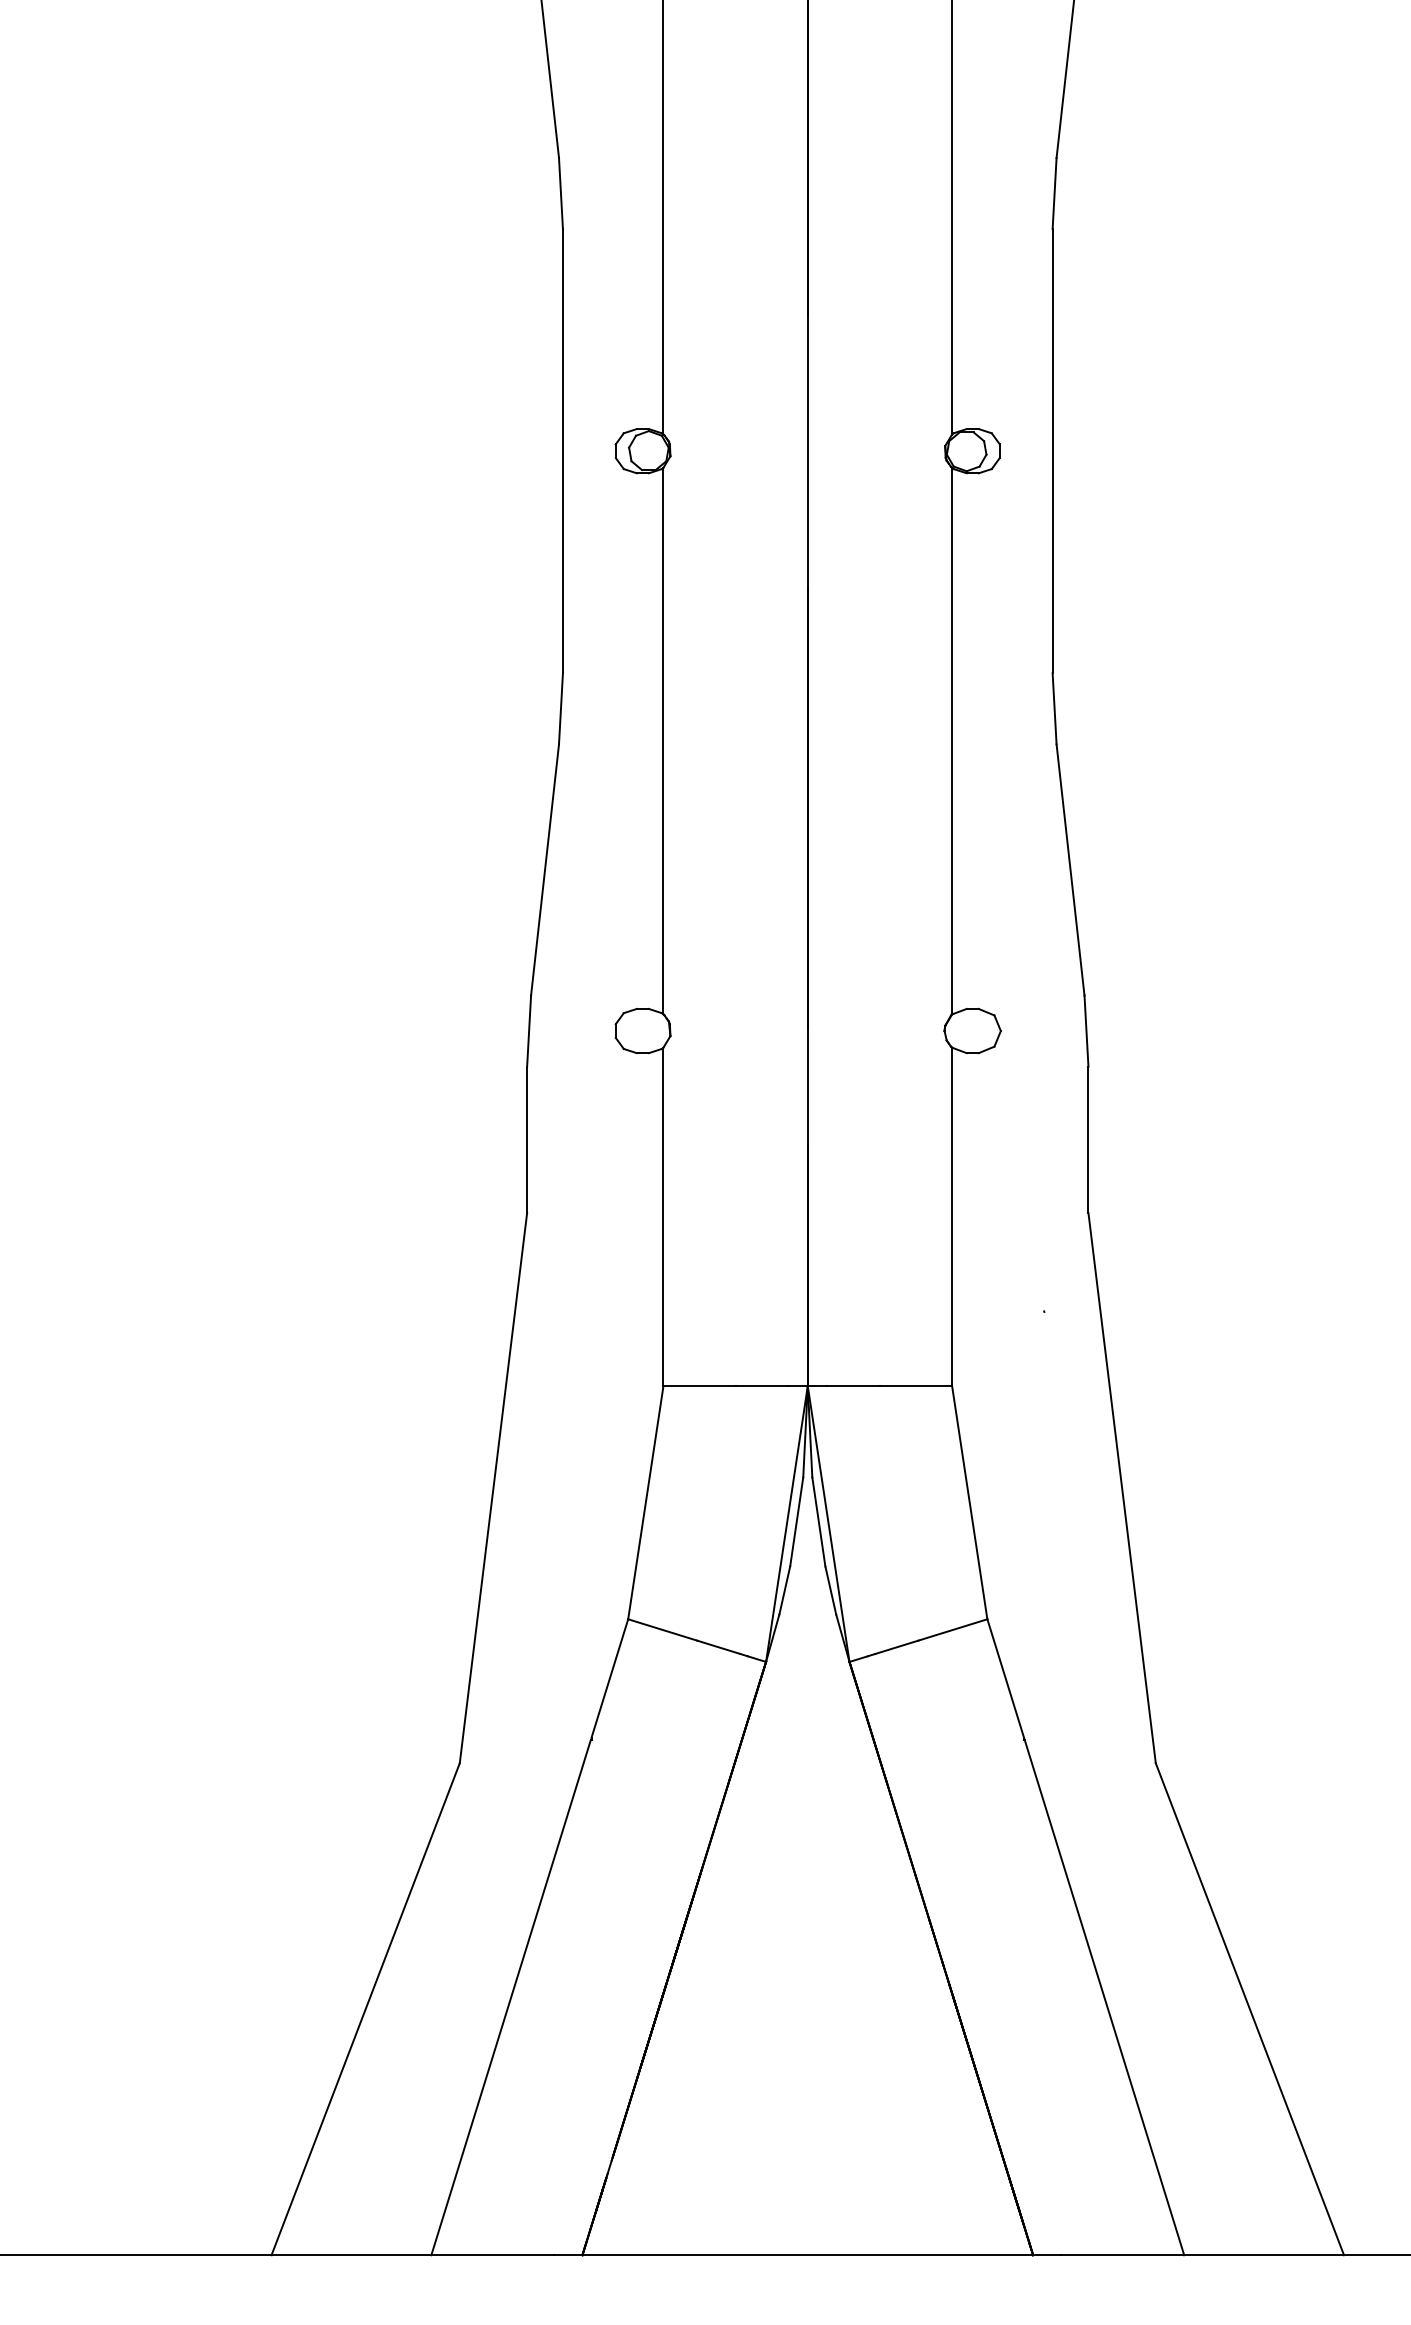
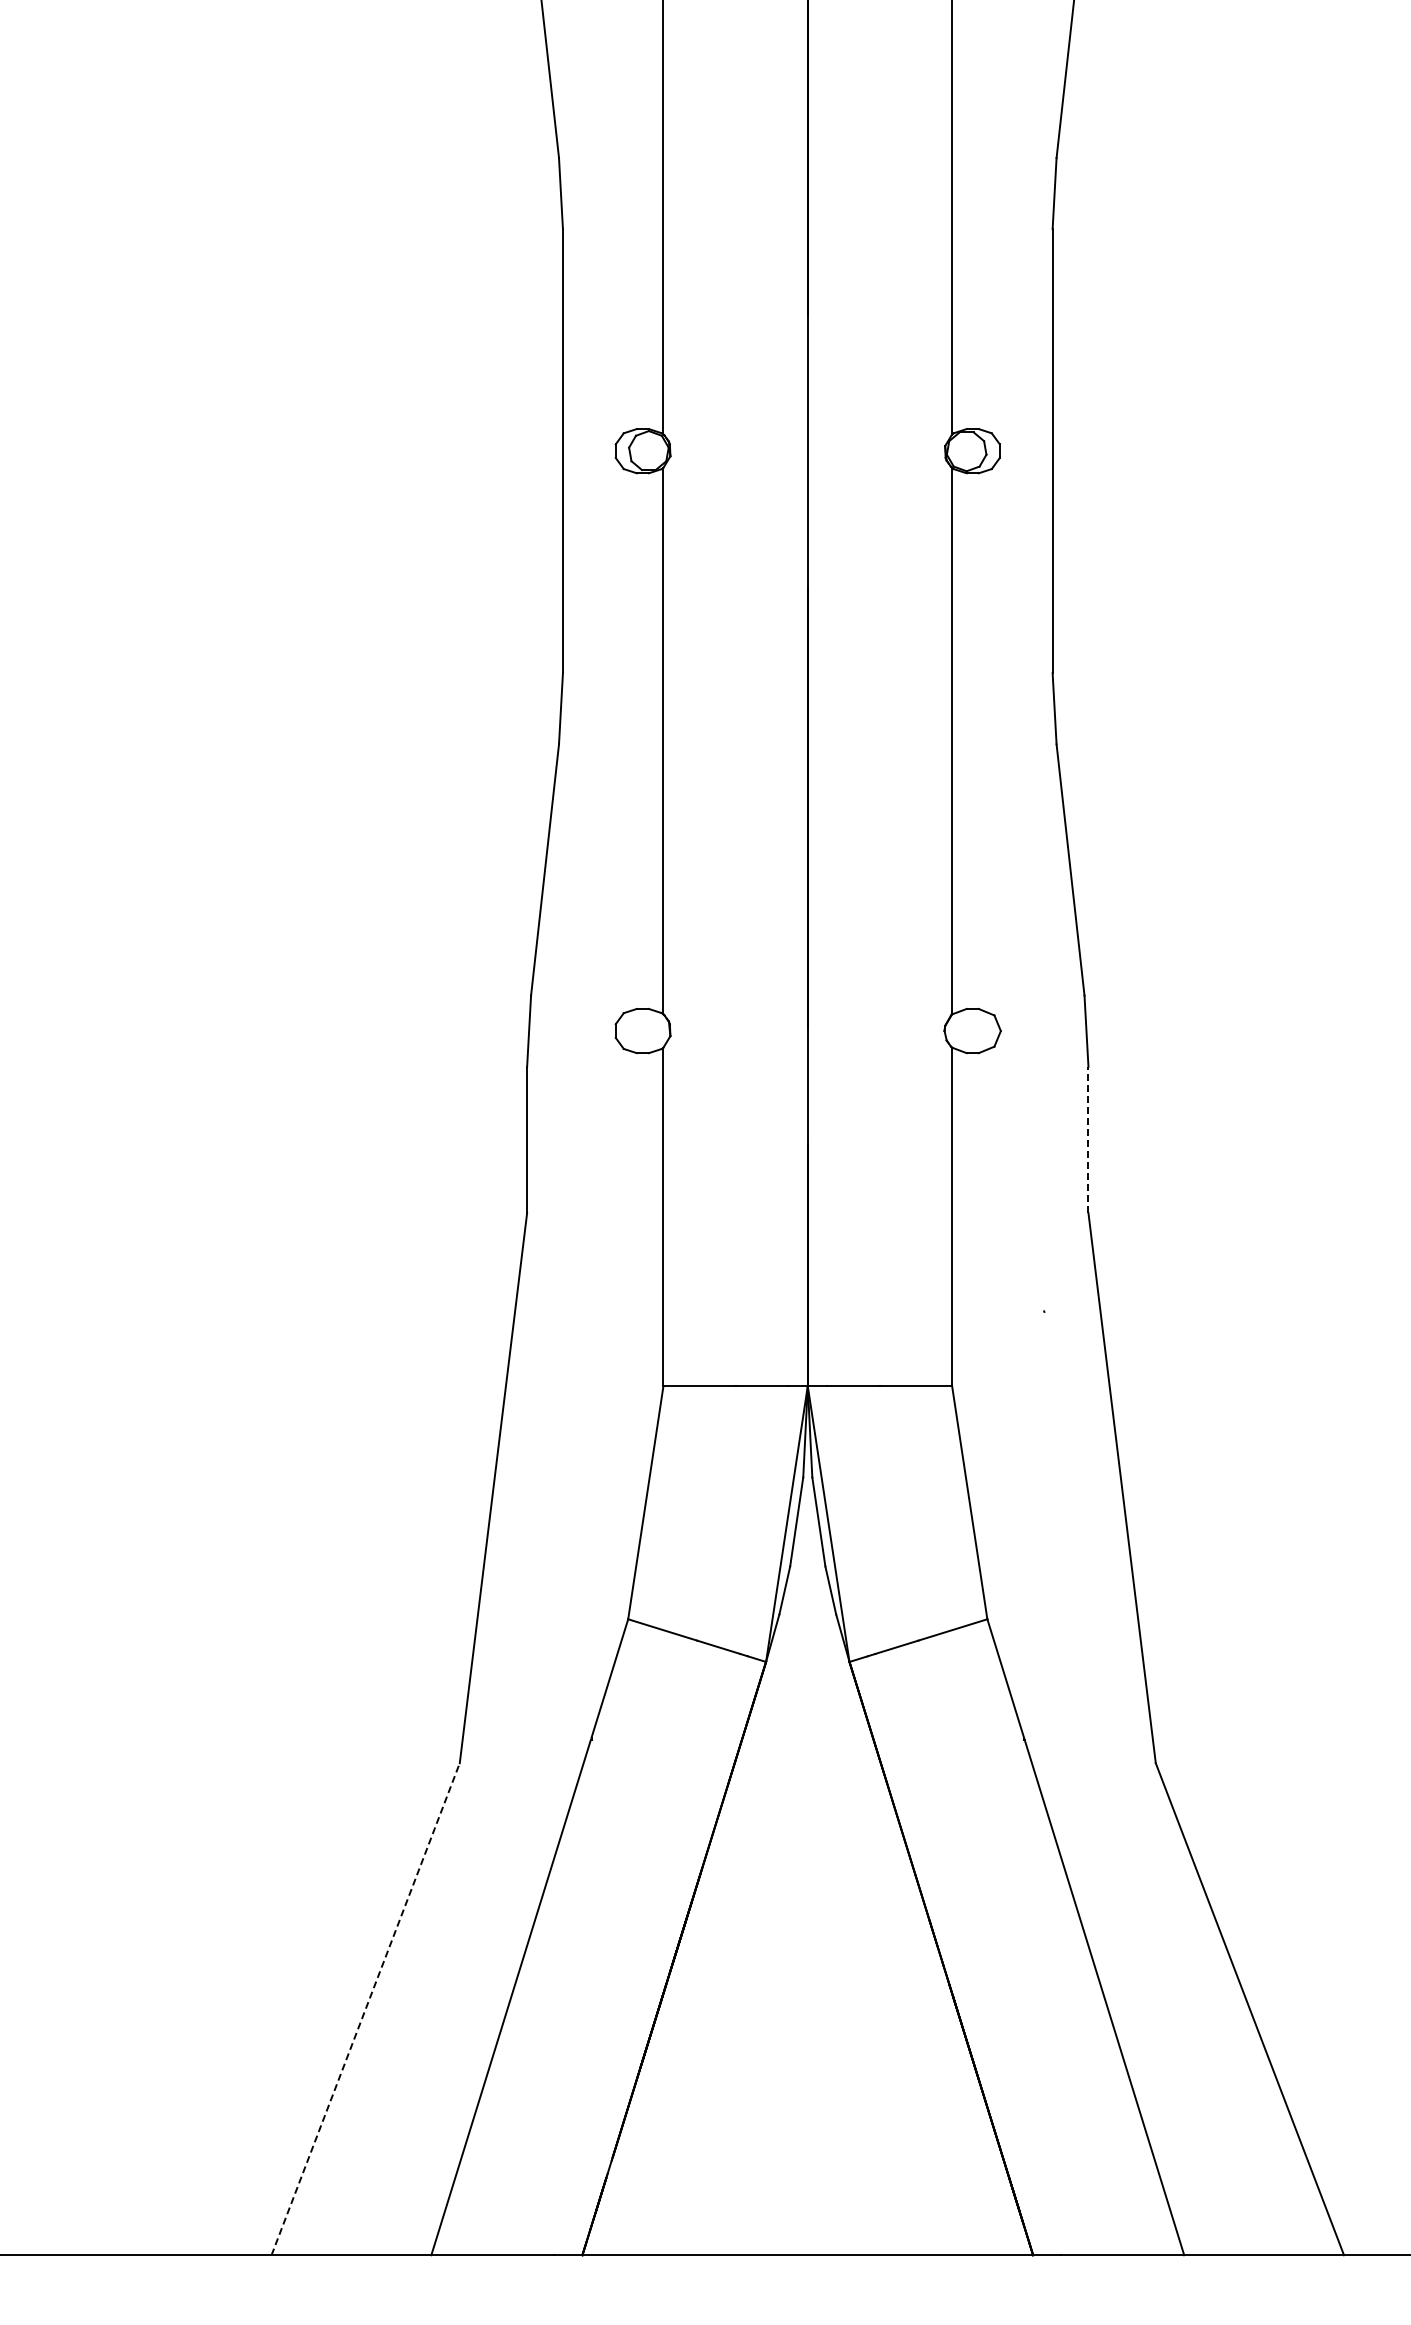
line at (1088, 1139): solid -> dashed
line at (365, 2008): solid -> dashed
